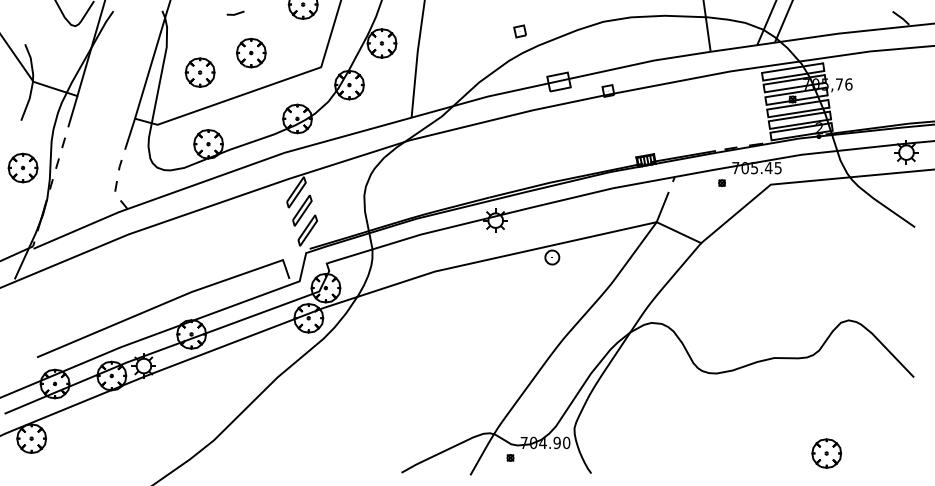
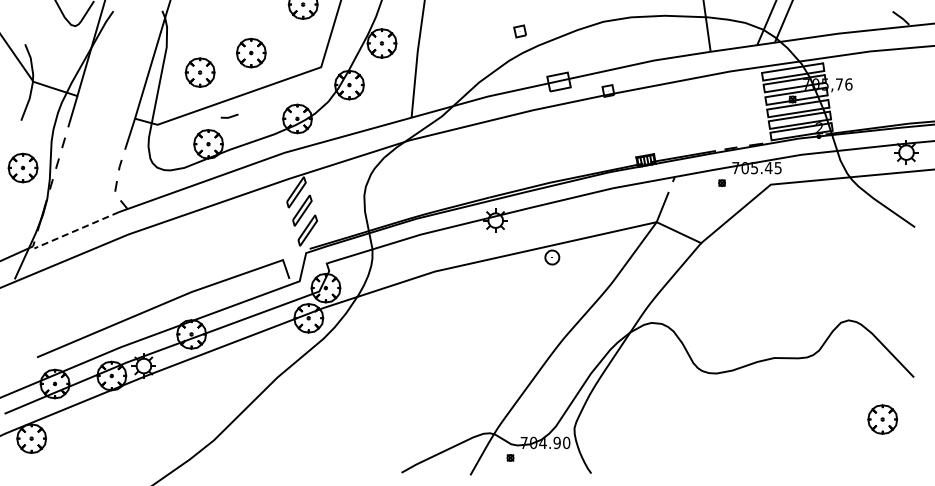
line at (235, 13) position: (235, 13) -> (229, 116)
line at (76, 230): solid -> dashed
part at (826, 453) position: (826, 453) -> (882, 419)
